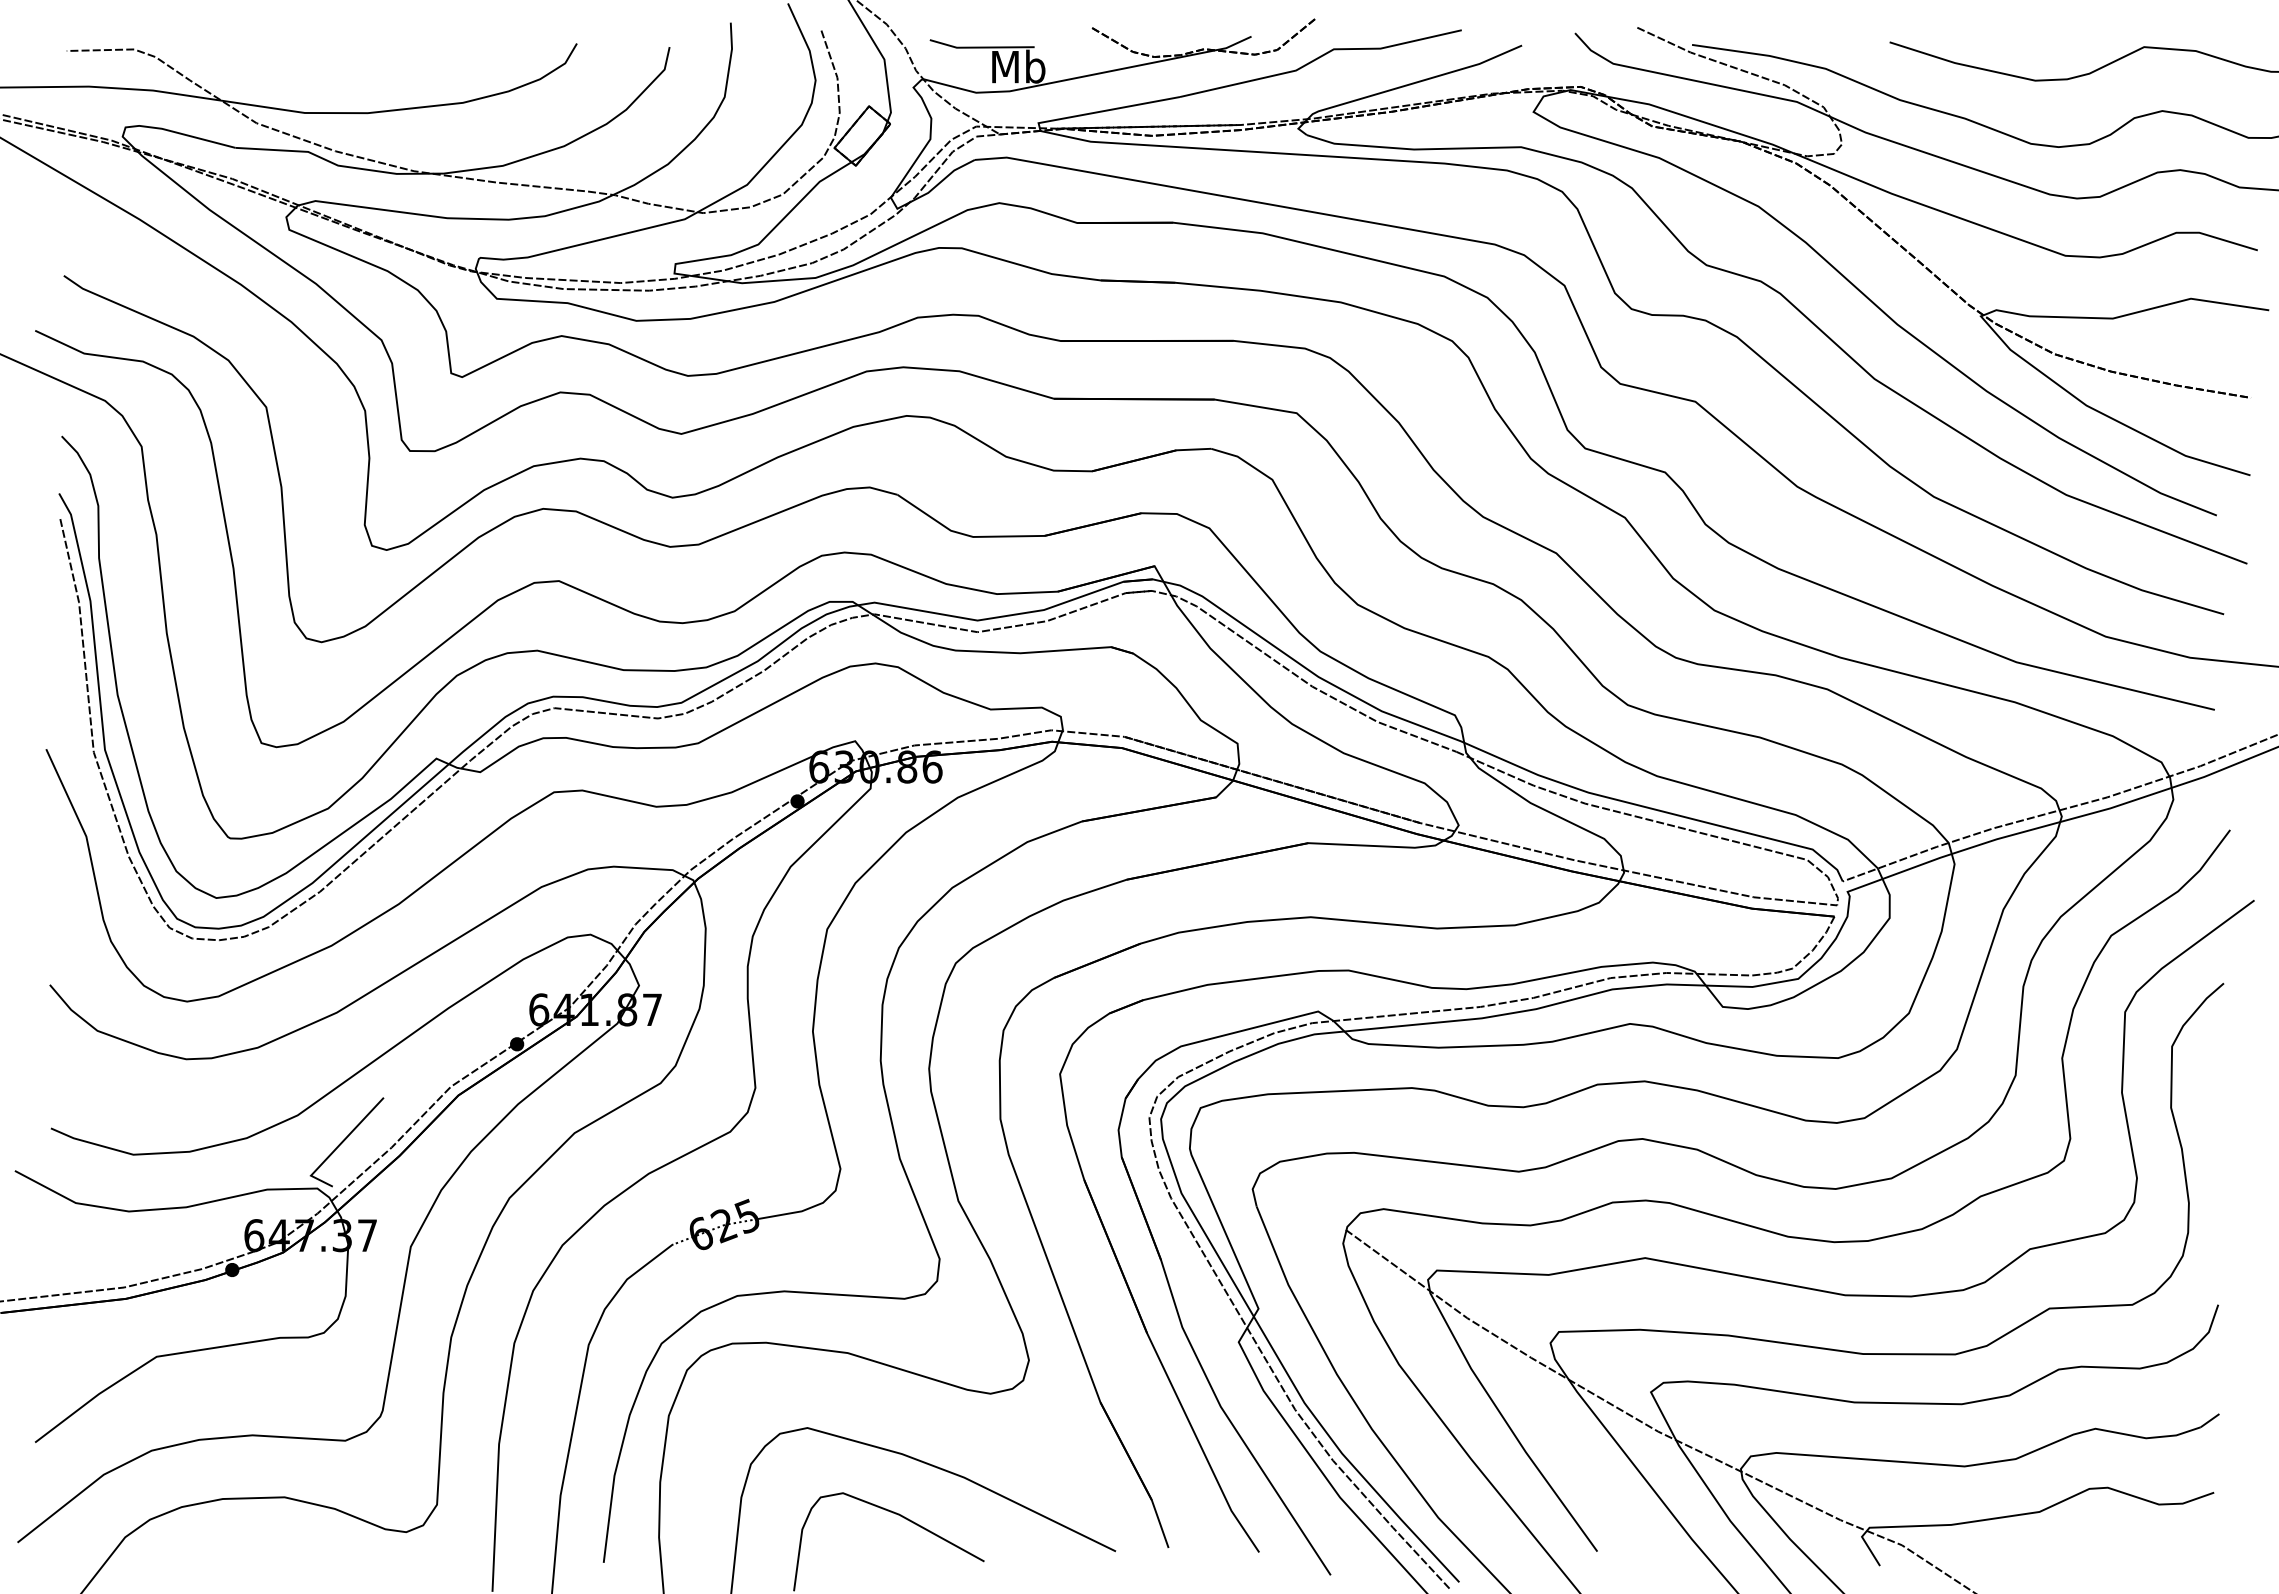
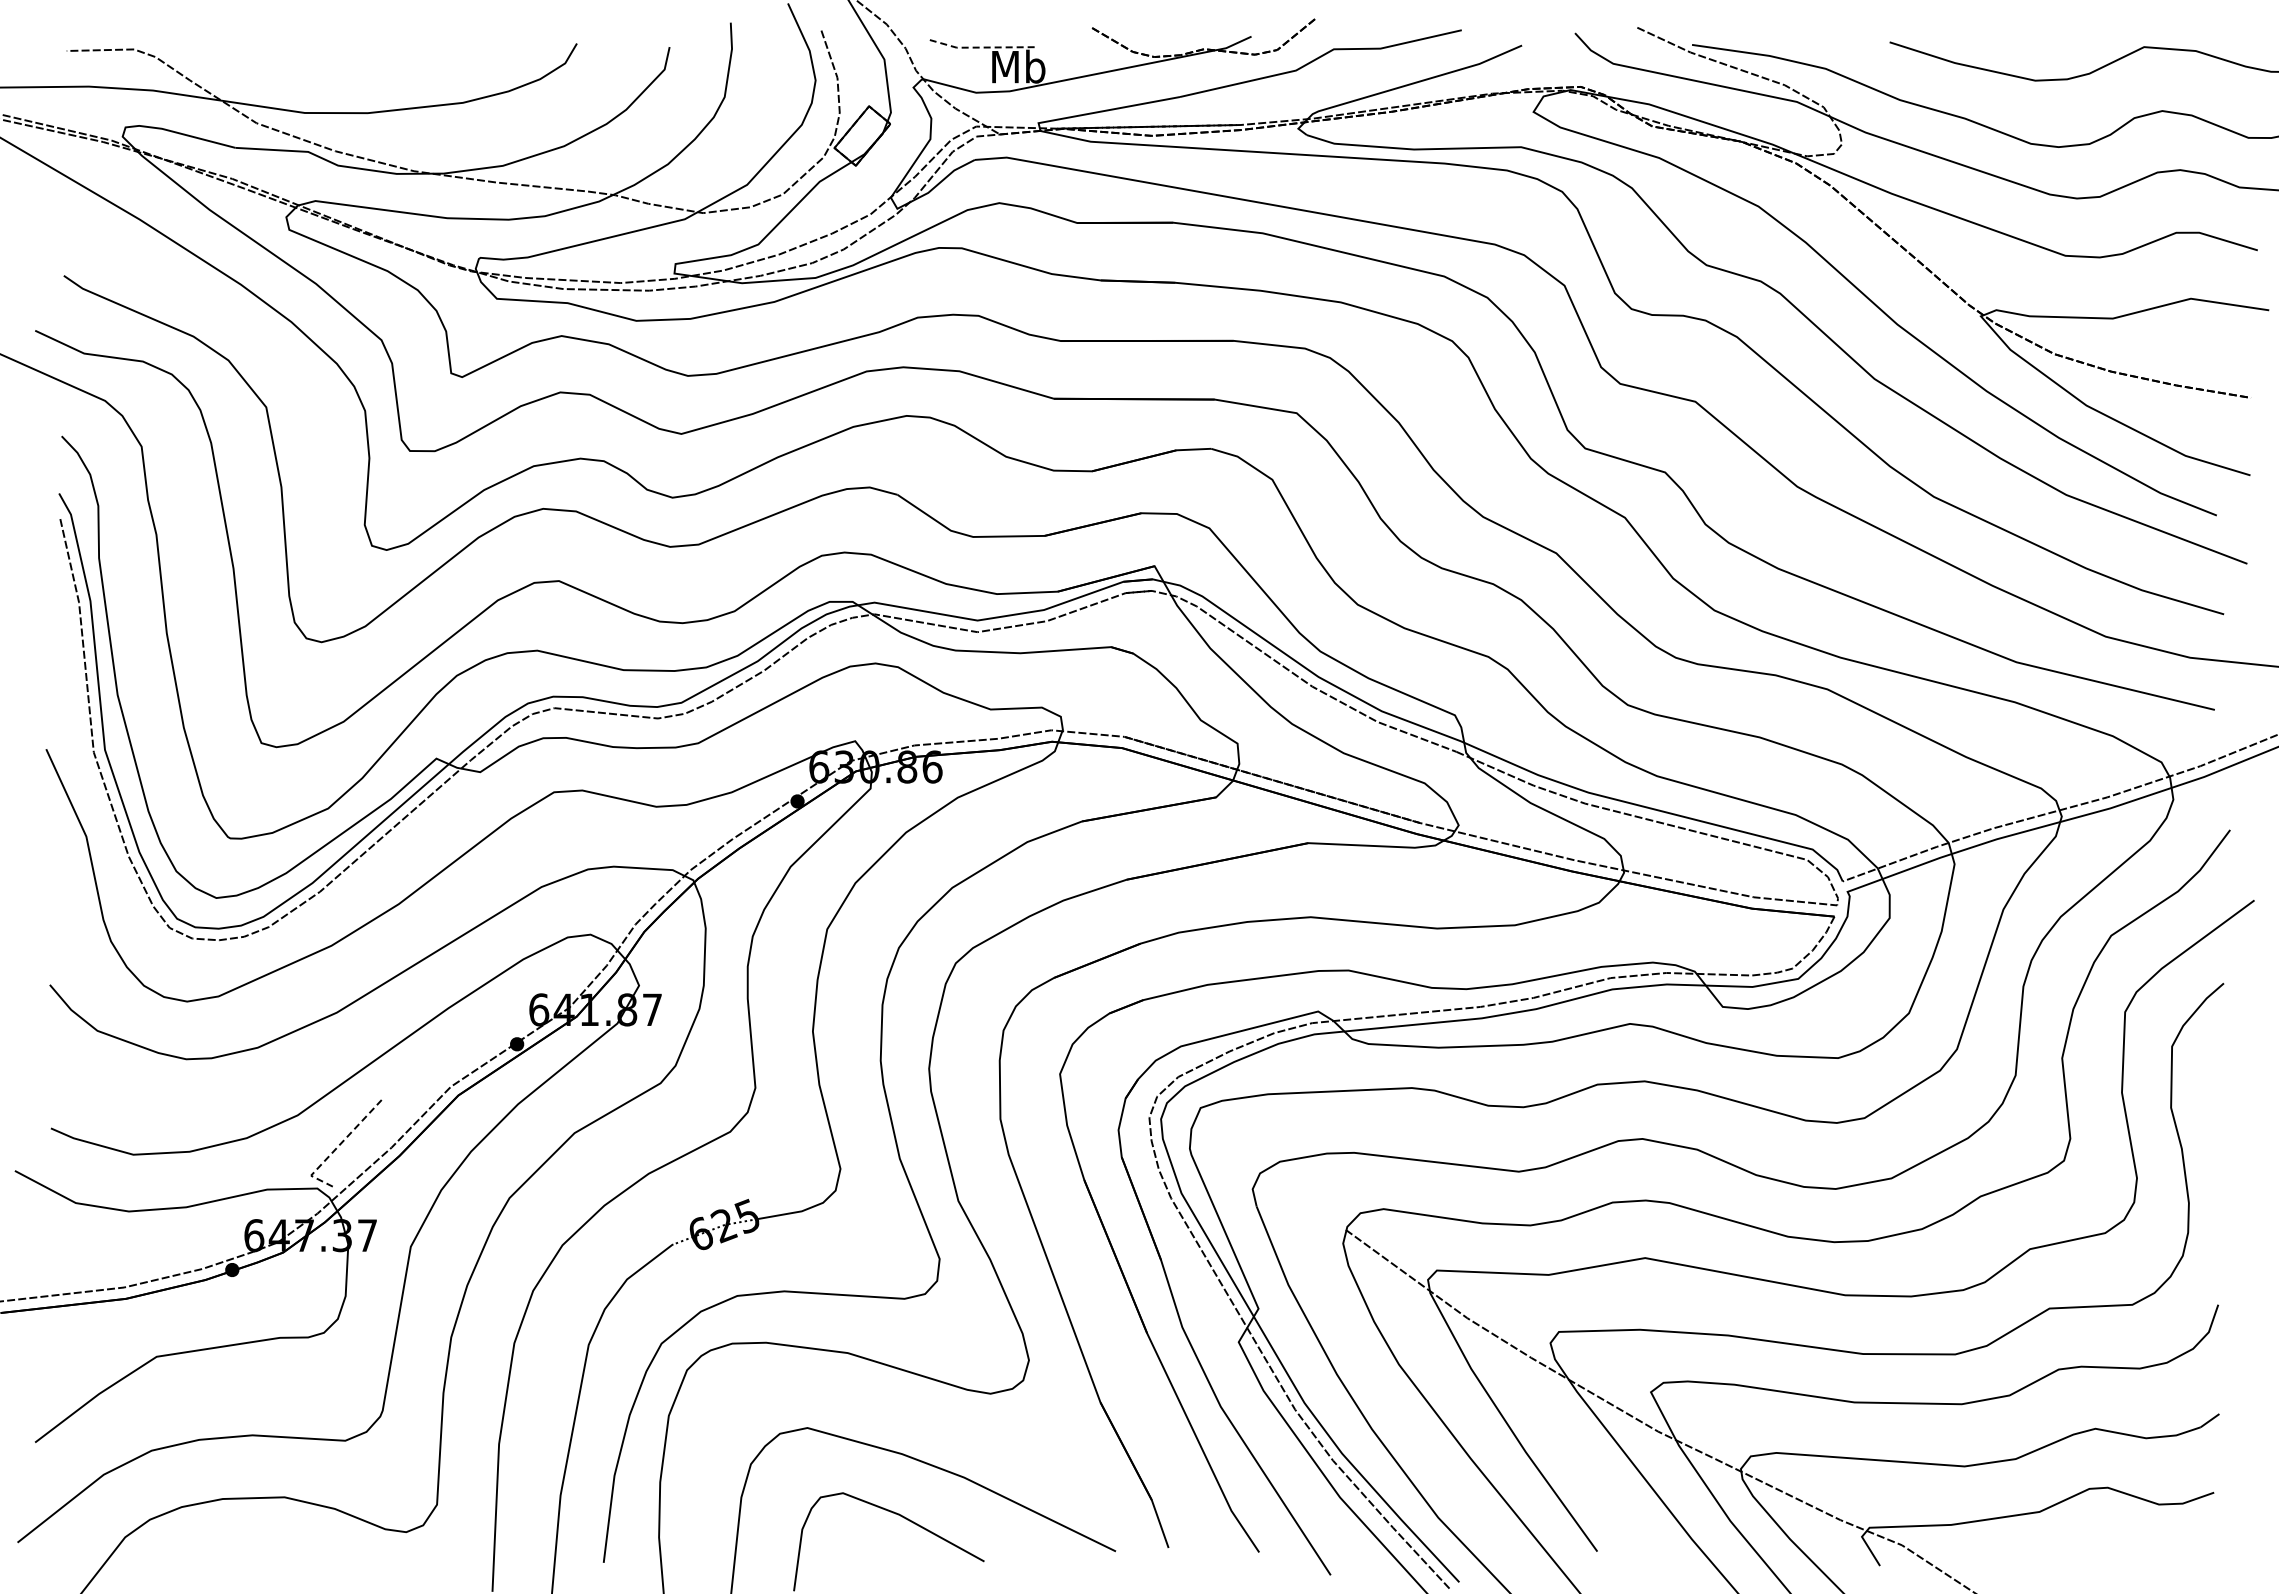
line at (980, 47): solid -> dashed
line at (338, 1145): solid -> dashed
